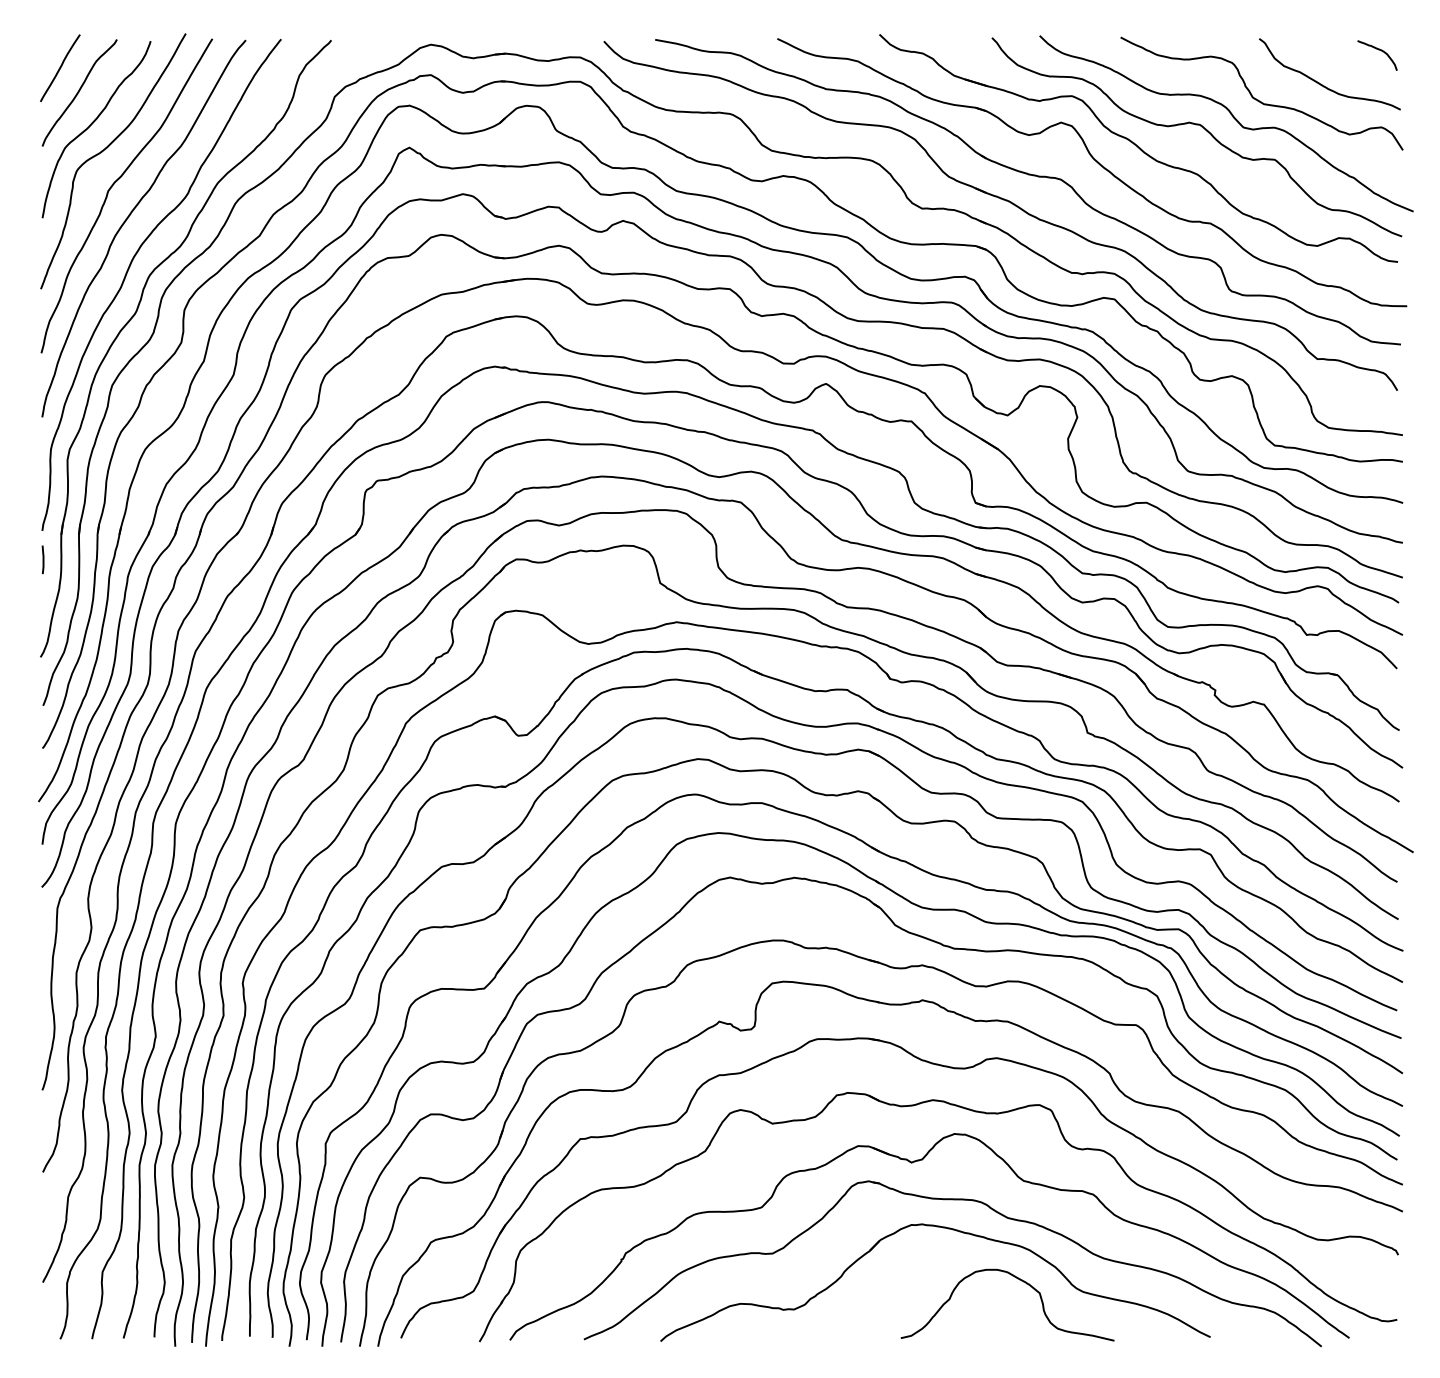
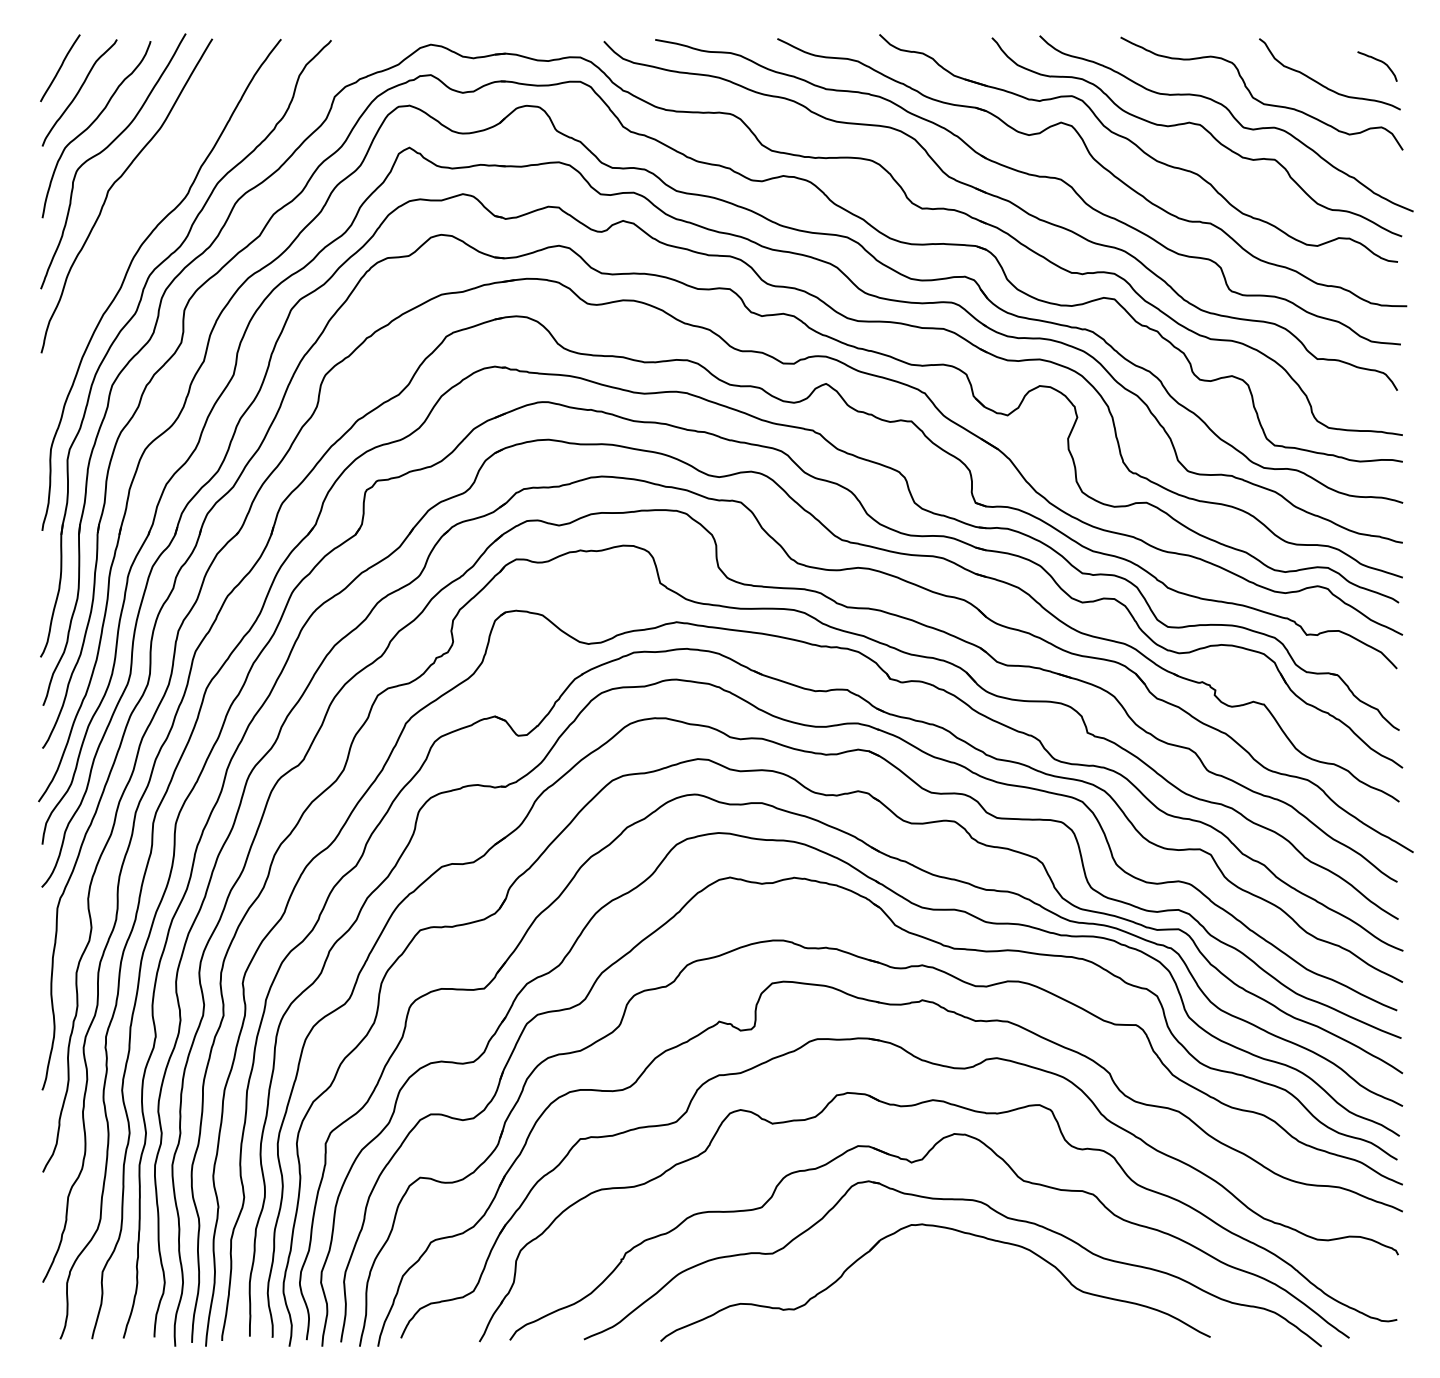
curve at (1378, 50) position: (1378, 50) -> (1378, 61)
curve at (129, 217): present -> none
line at (42, 559): present -> none
curve at (1019, 1280): present -> none
